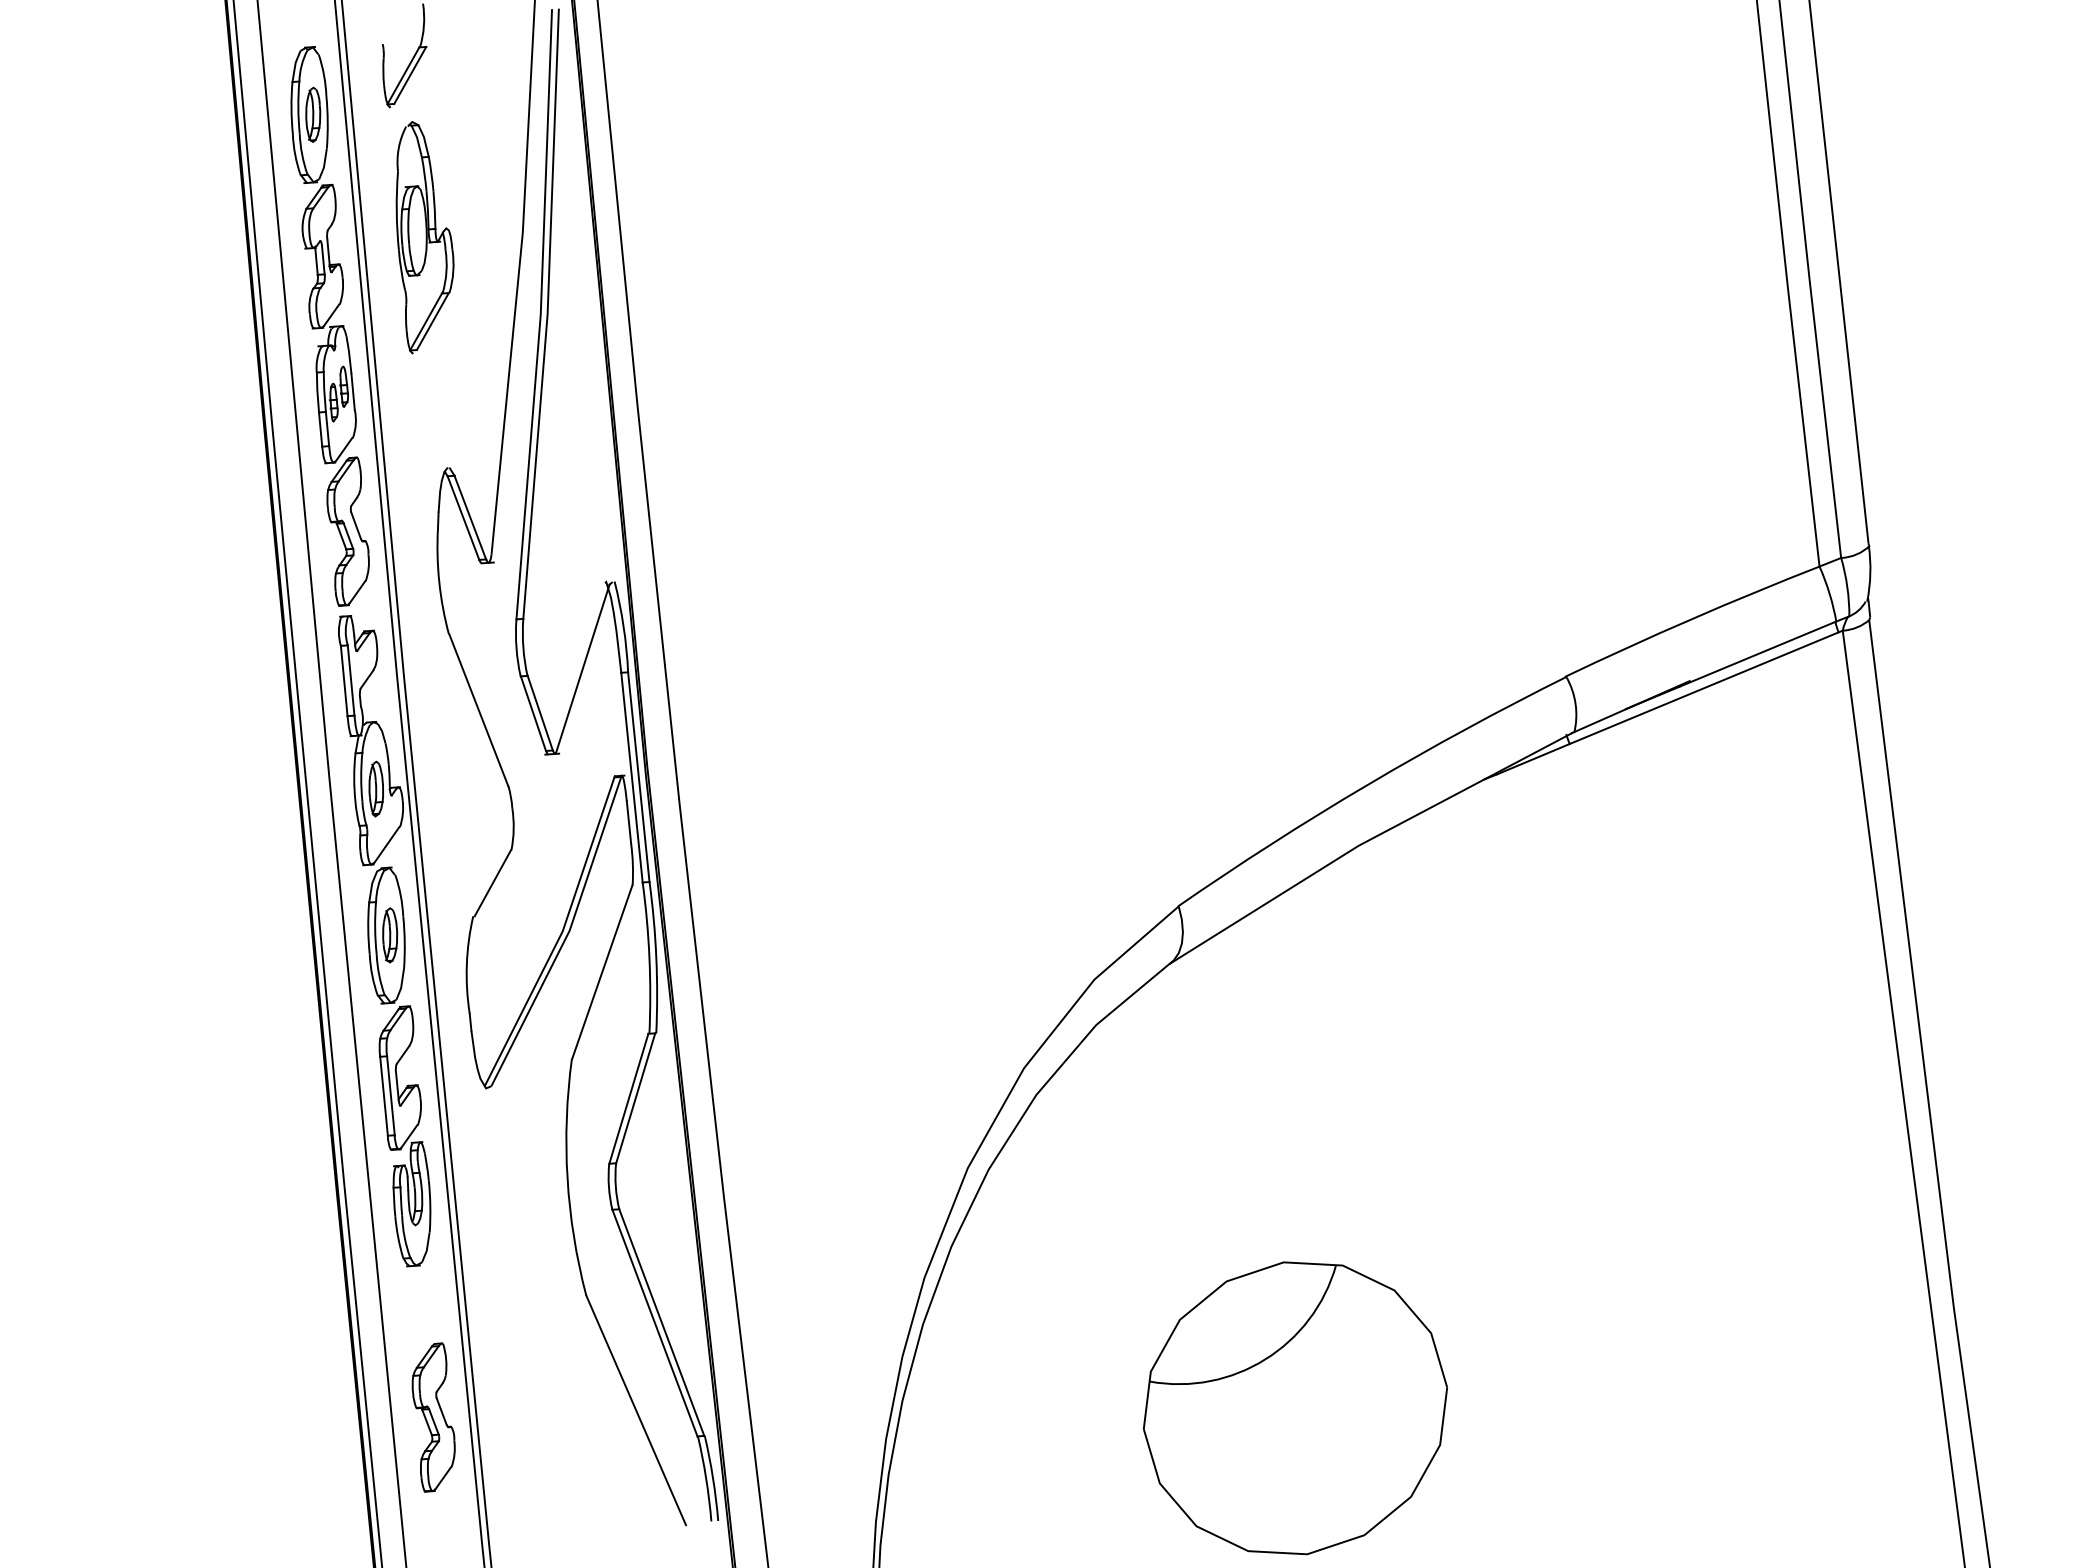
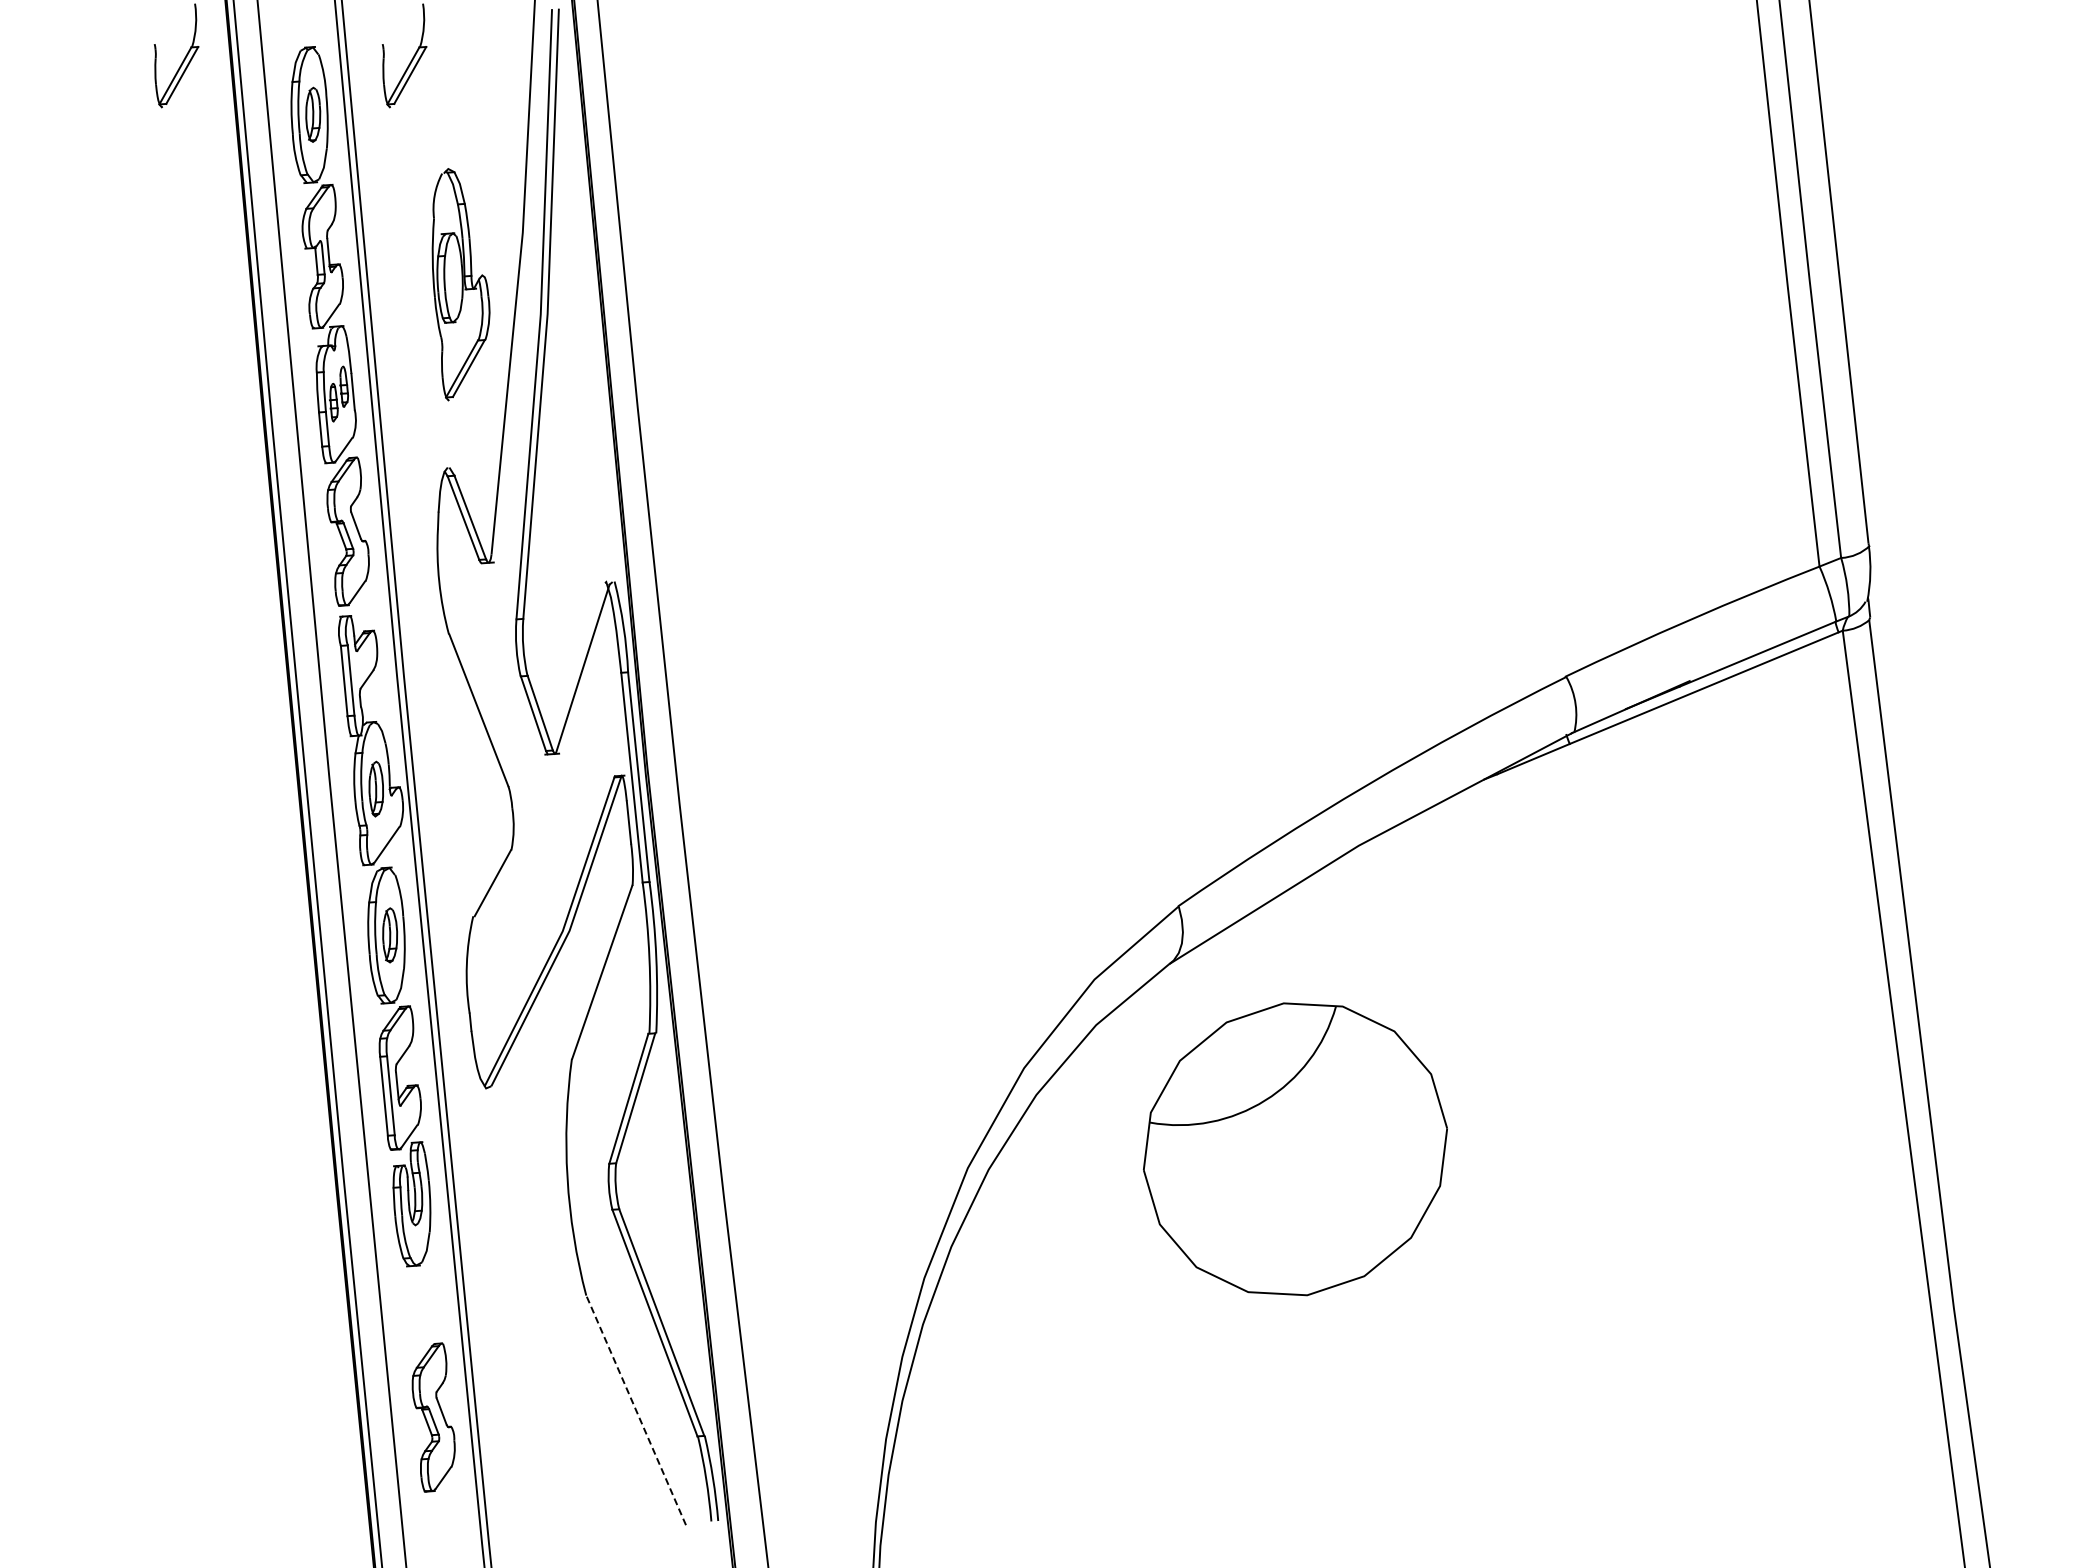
part at (183, 59): none -> present
part at (424, 237) position: (424, 237) -> (460, 284)
part at (1295, 1408) position: (1295, 1408) -> (1295, 1149)
line at (635, 1409): solid -> dashed
